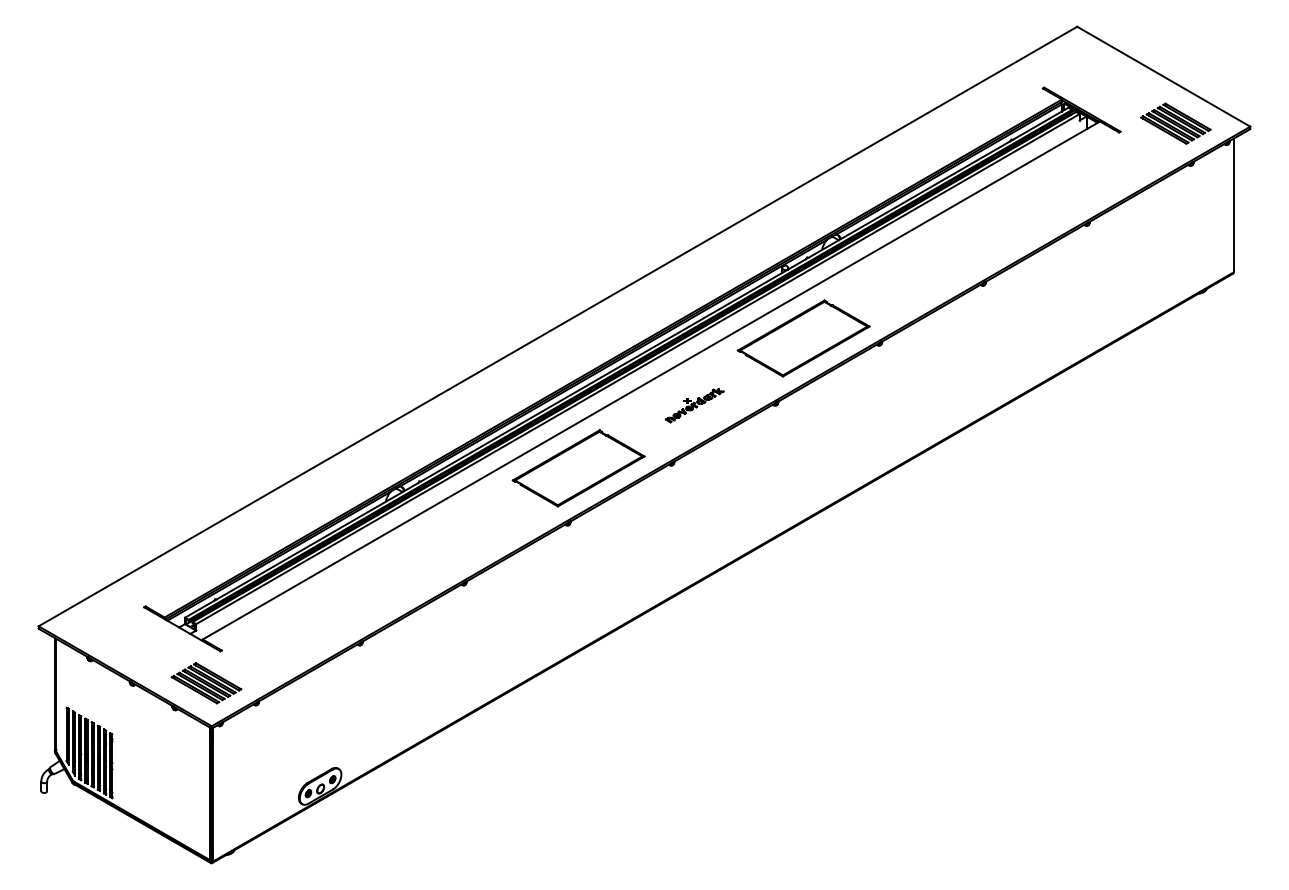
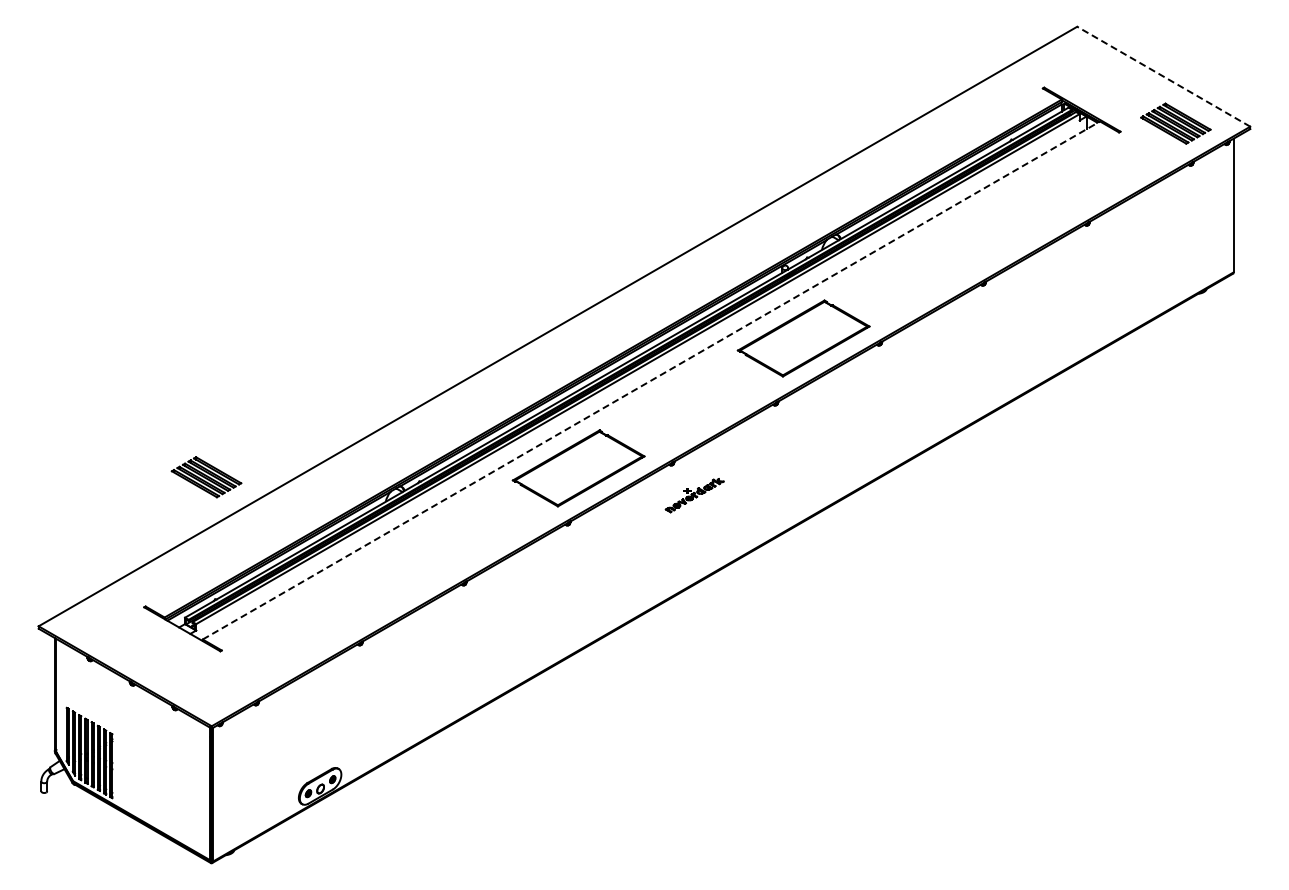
line at (1163, 76): solid -> dashed
line at (651, 380): solid -> dashed
part at (694, 405) position: (694, 405) -> (694, 495)
part at (206, 683) position: (206, 683) -> (206, 477)
